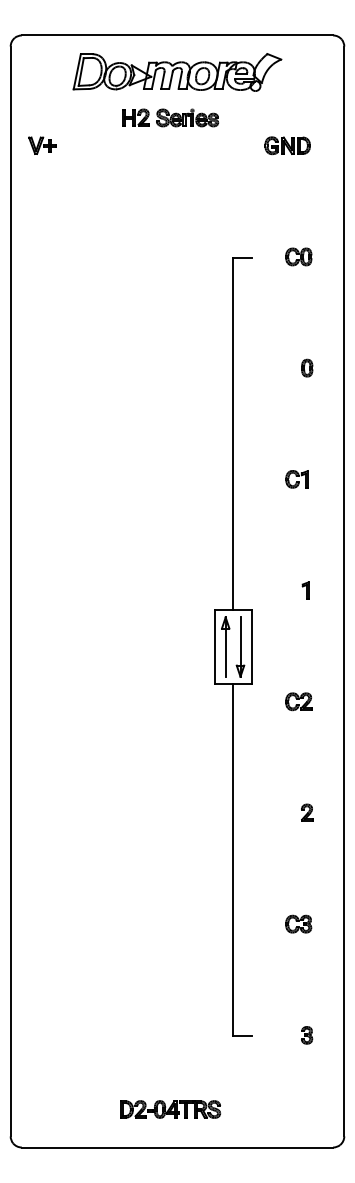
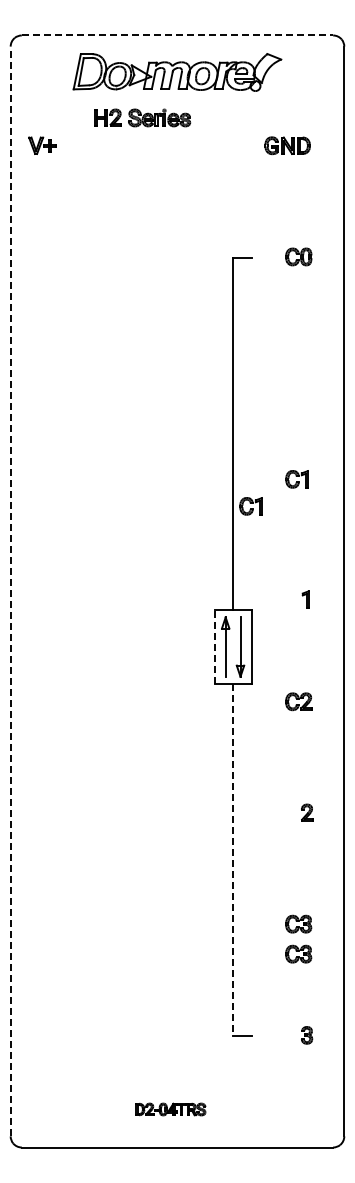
line at (177, 35): solid -> dashed
part at (170, 117) position: (170, 117) -> (142, 117)
part at (307, 367): present -> none
part at (250, 506): none -> present
part at (305, 590) position: (305, 590) -> (305, 599)
line at (10, 591): solid -> dashed
line at (214, 646): solid -> dashed
line at (233, 860): solid -> dashed
part at (298, 953): none -> present
part at (170, 1109) size: 102x19 px -> 72x15 px
